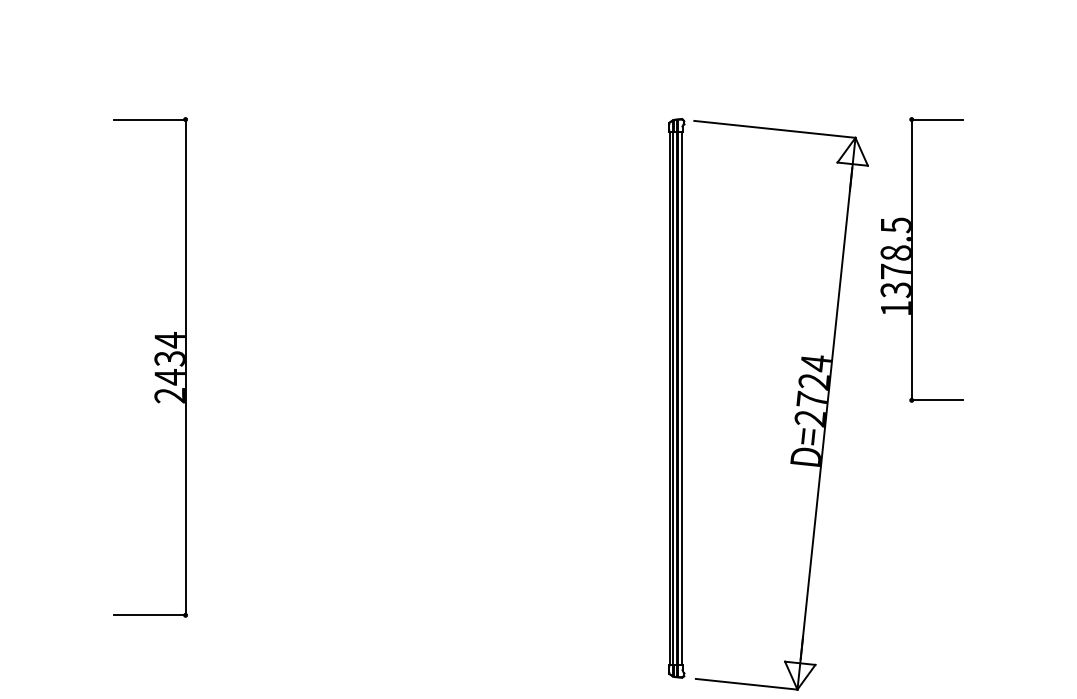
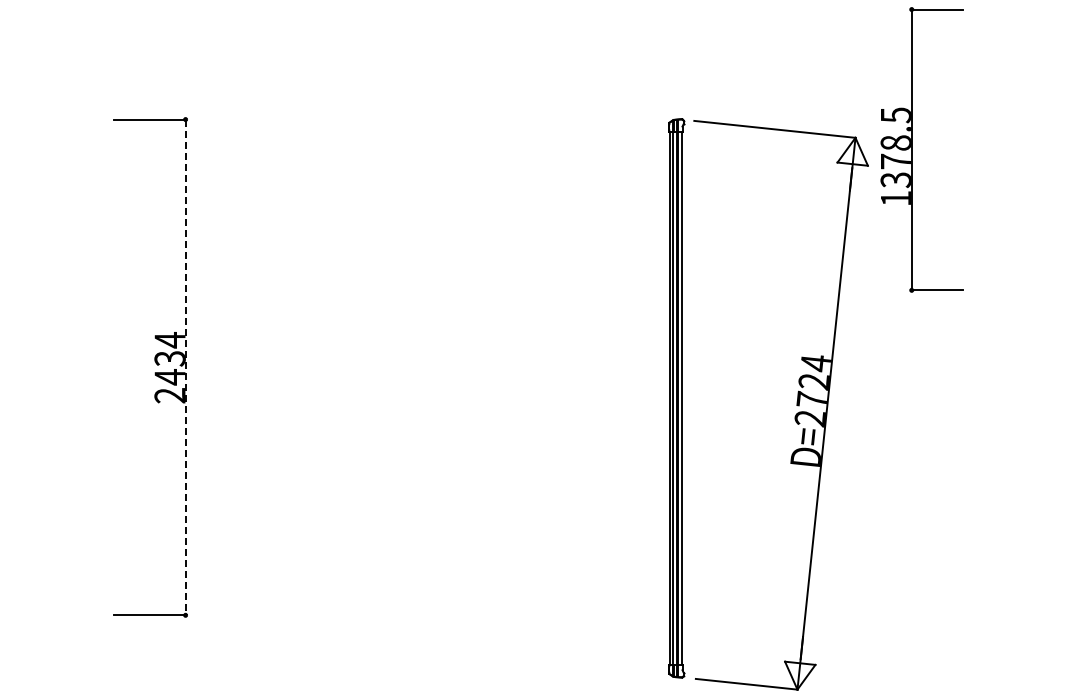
part at (912, 259) position: (912, 259) -> (912, 149)
line at (185, 367): solid -> dashed
